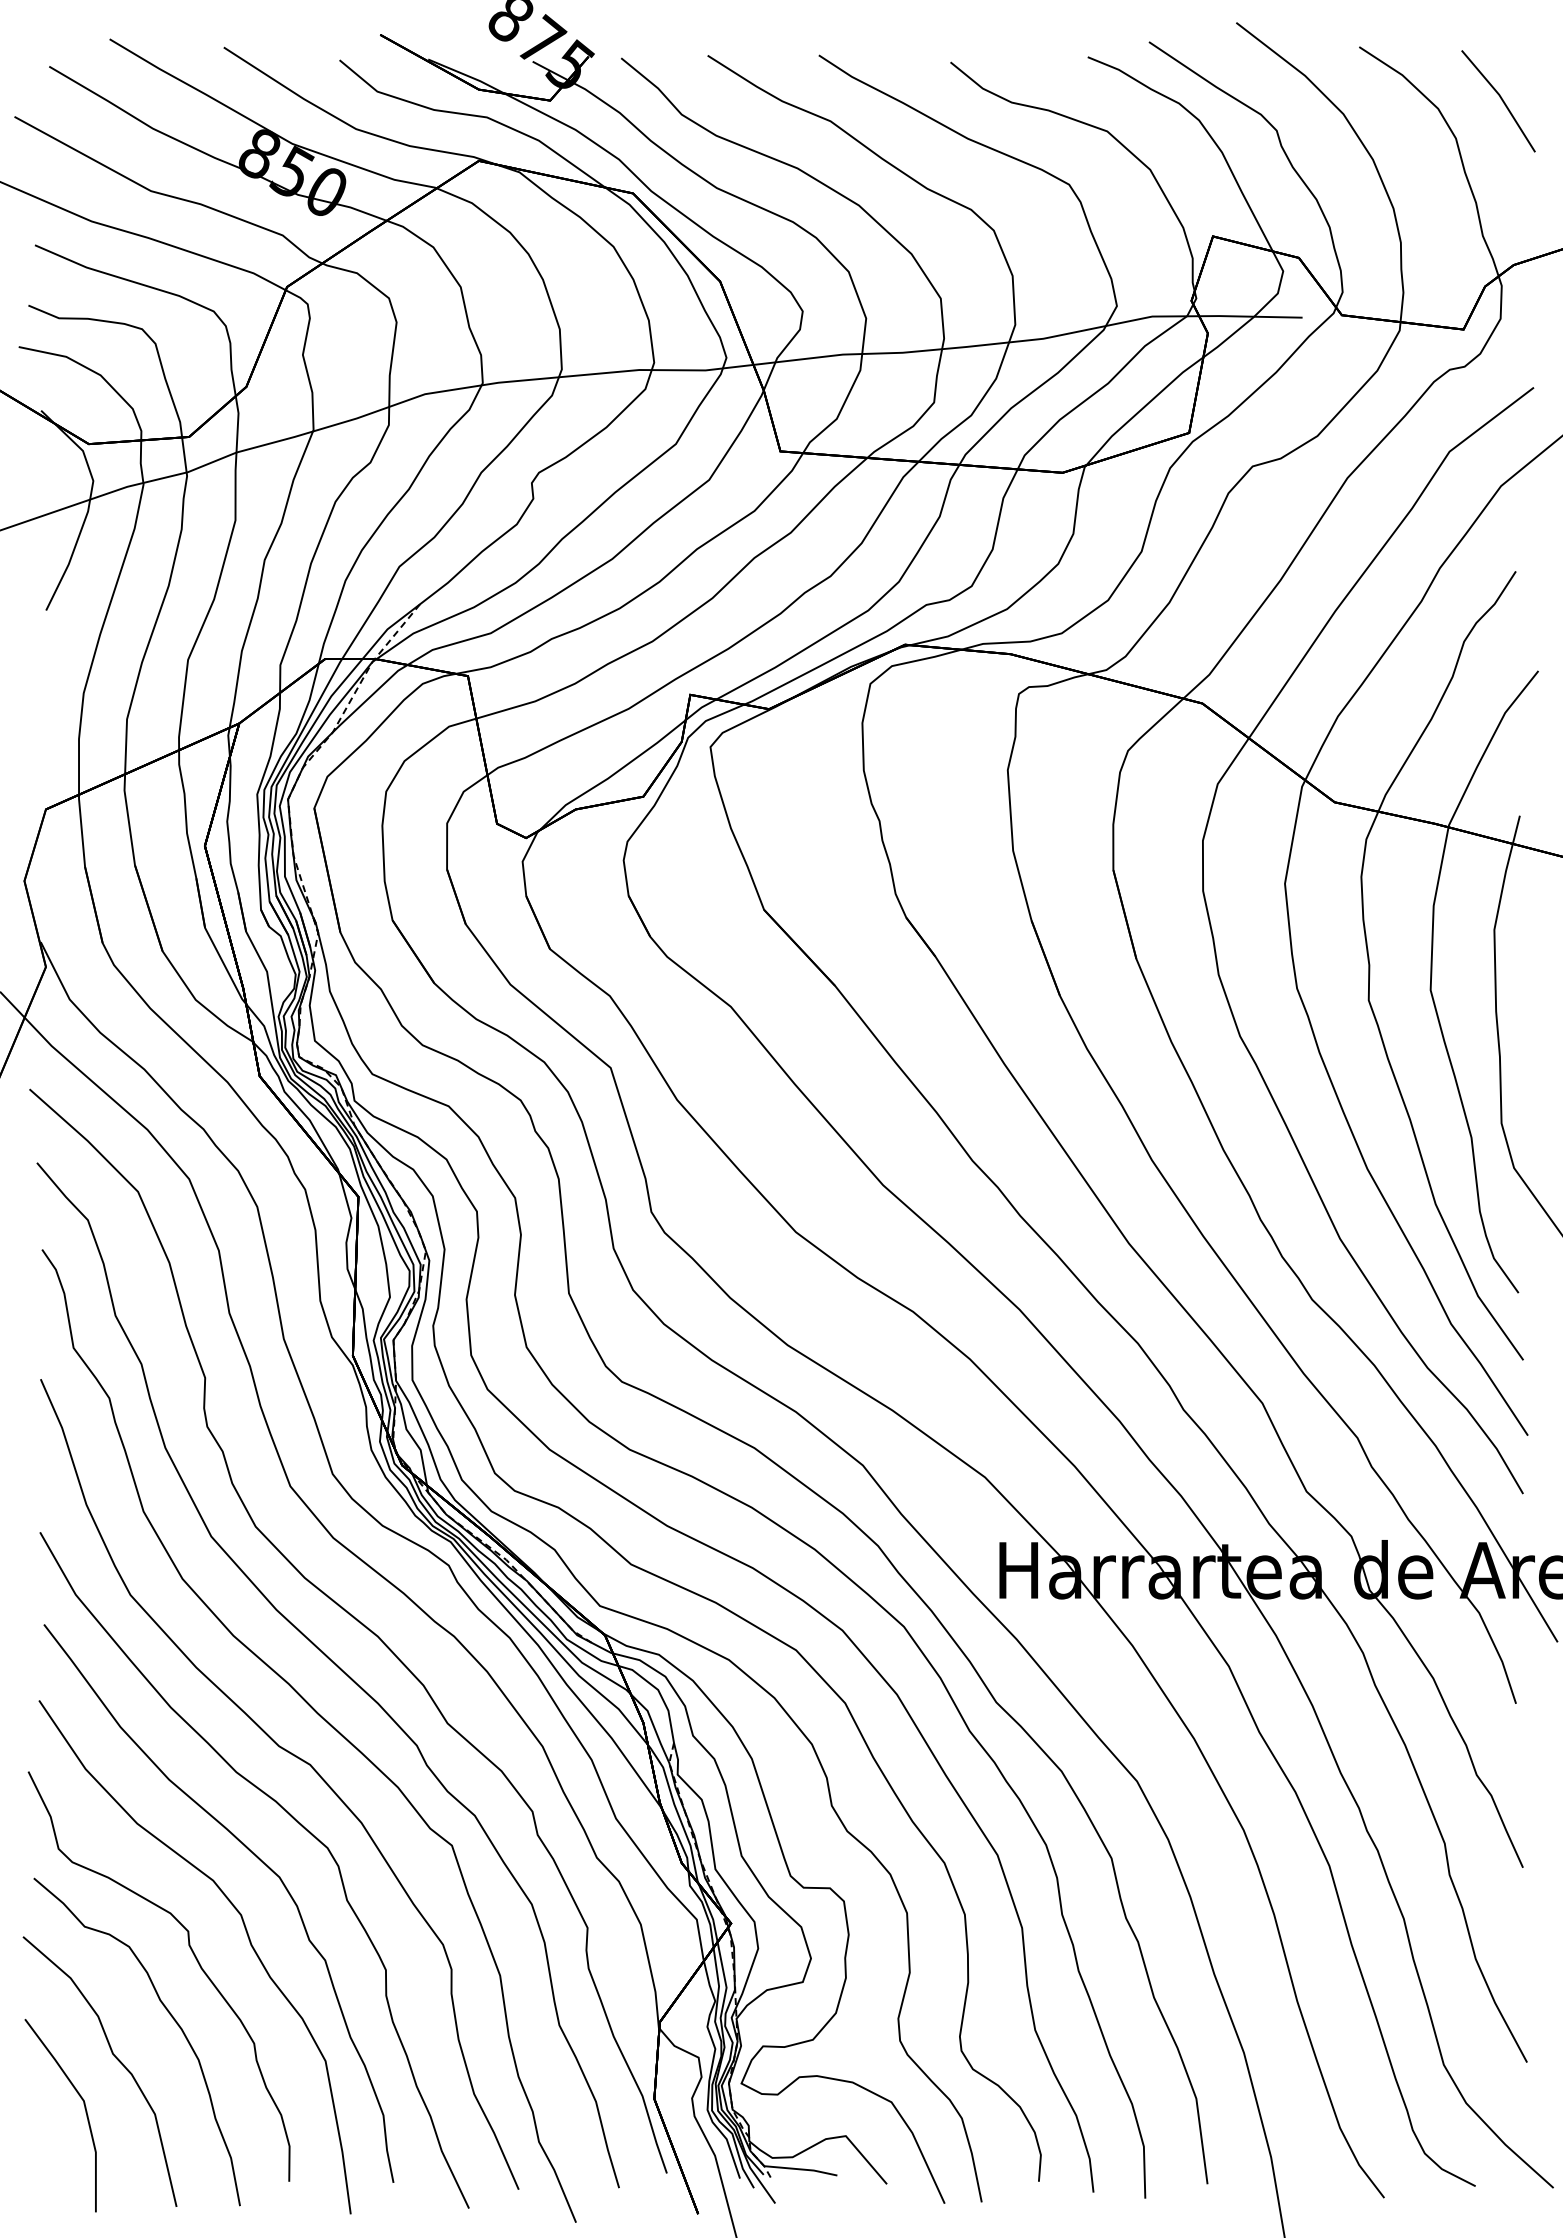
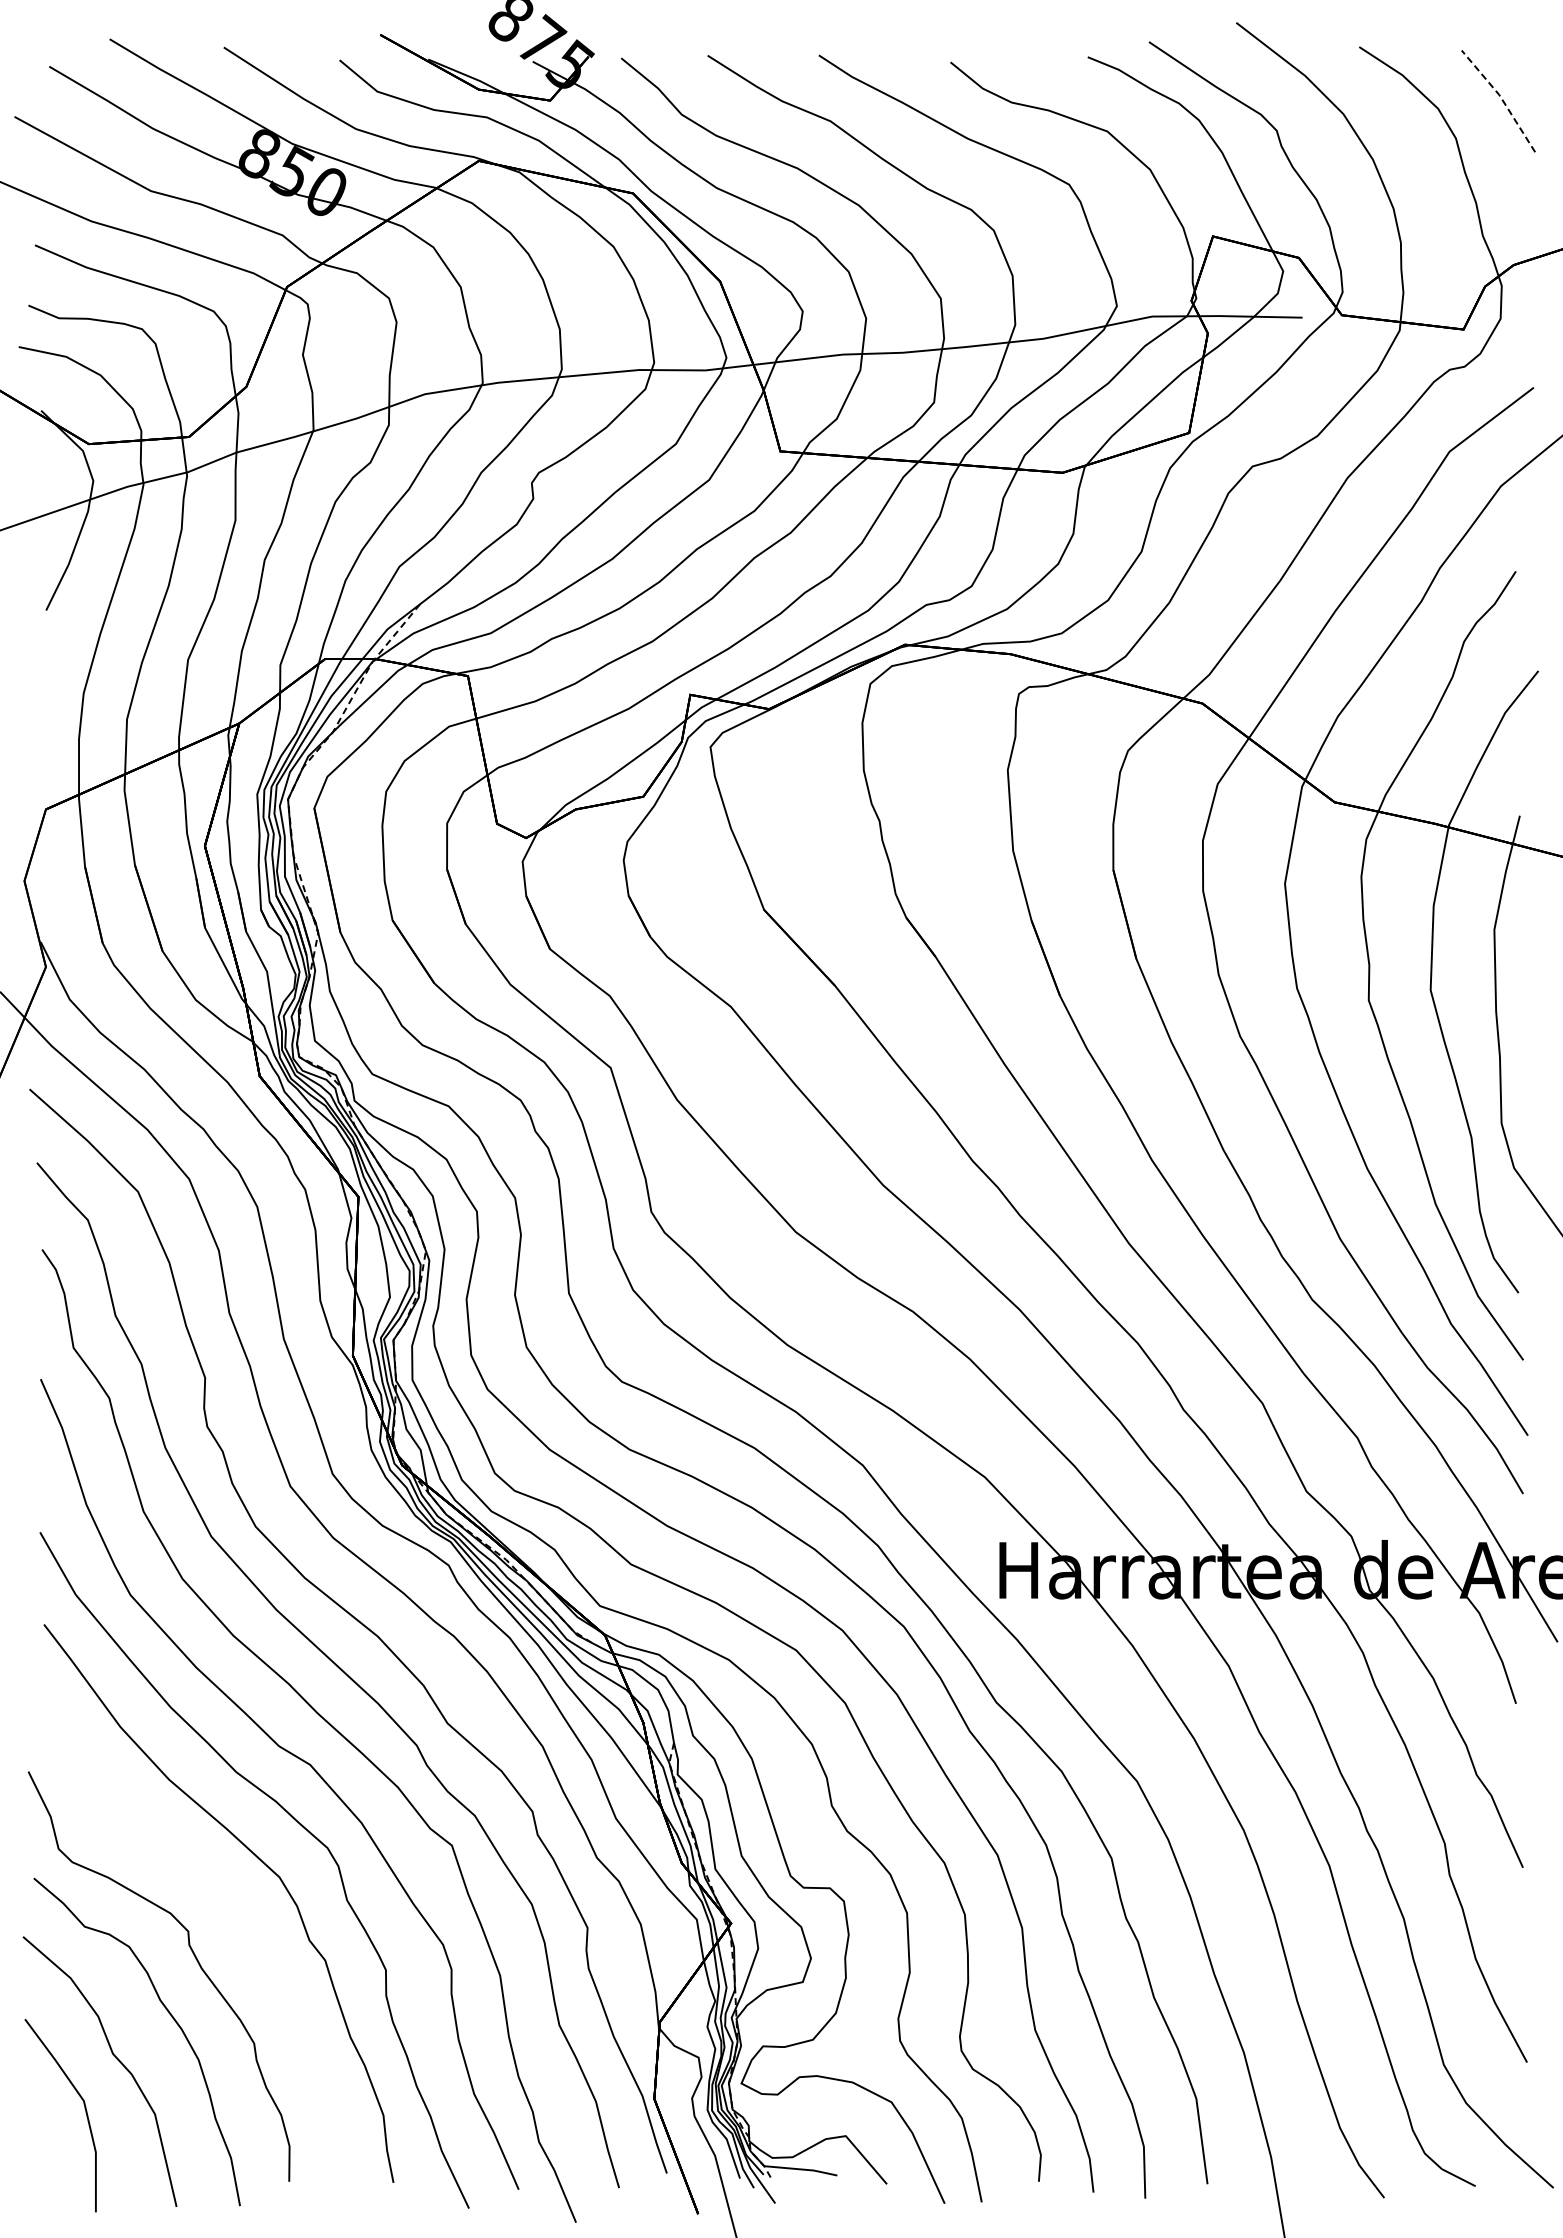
line at (1501, 98): solid -> dashed
curve at (248, 1940): present -> none
